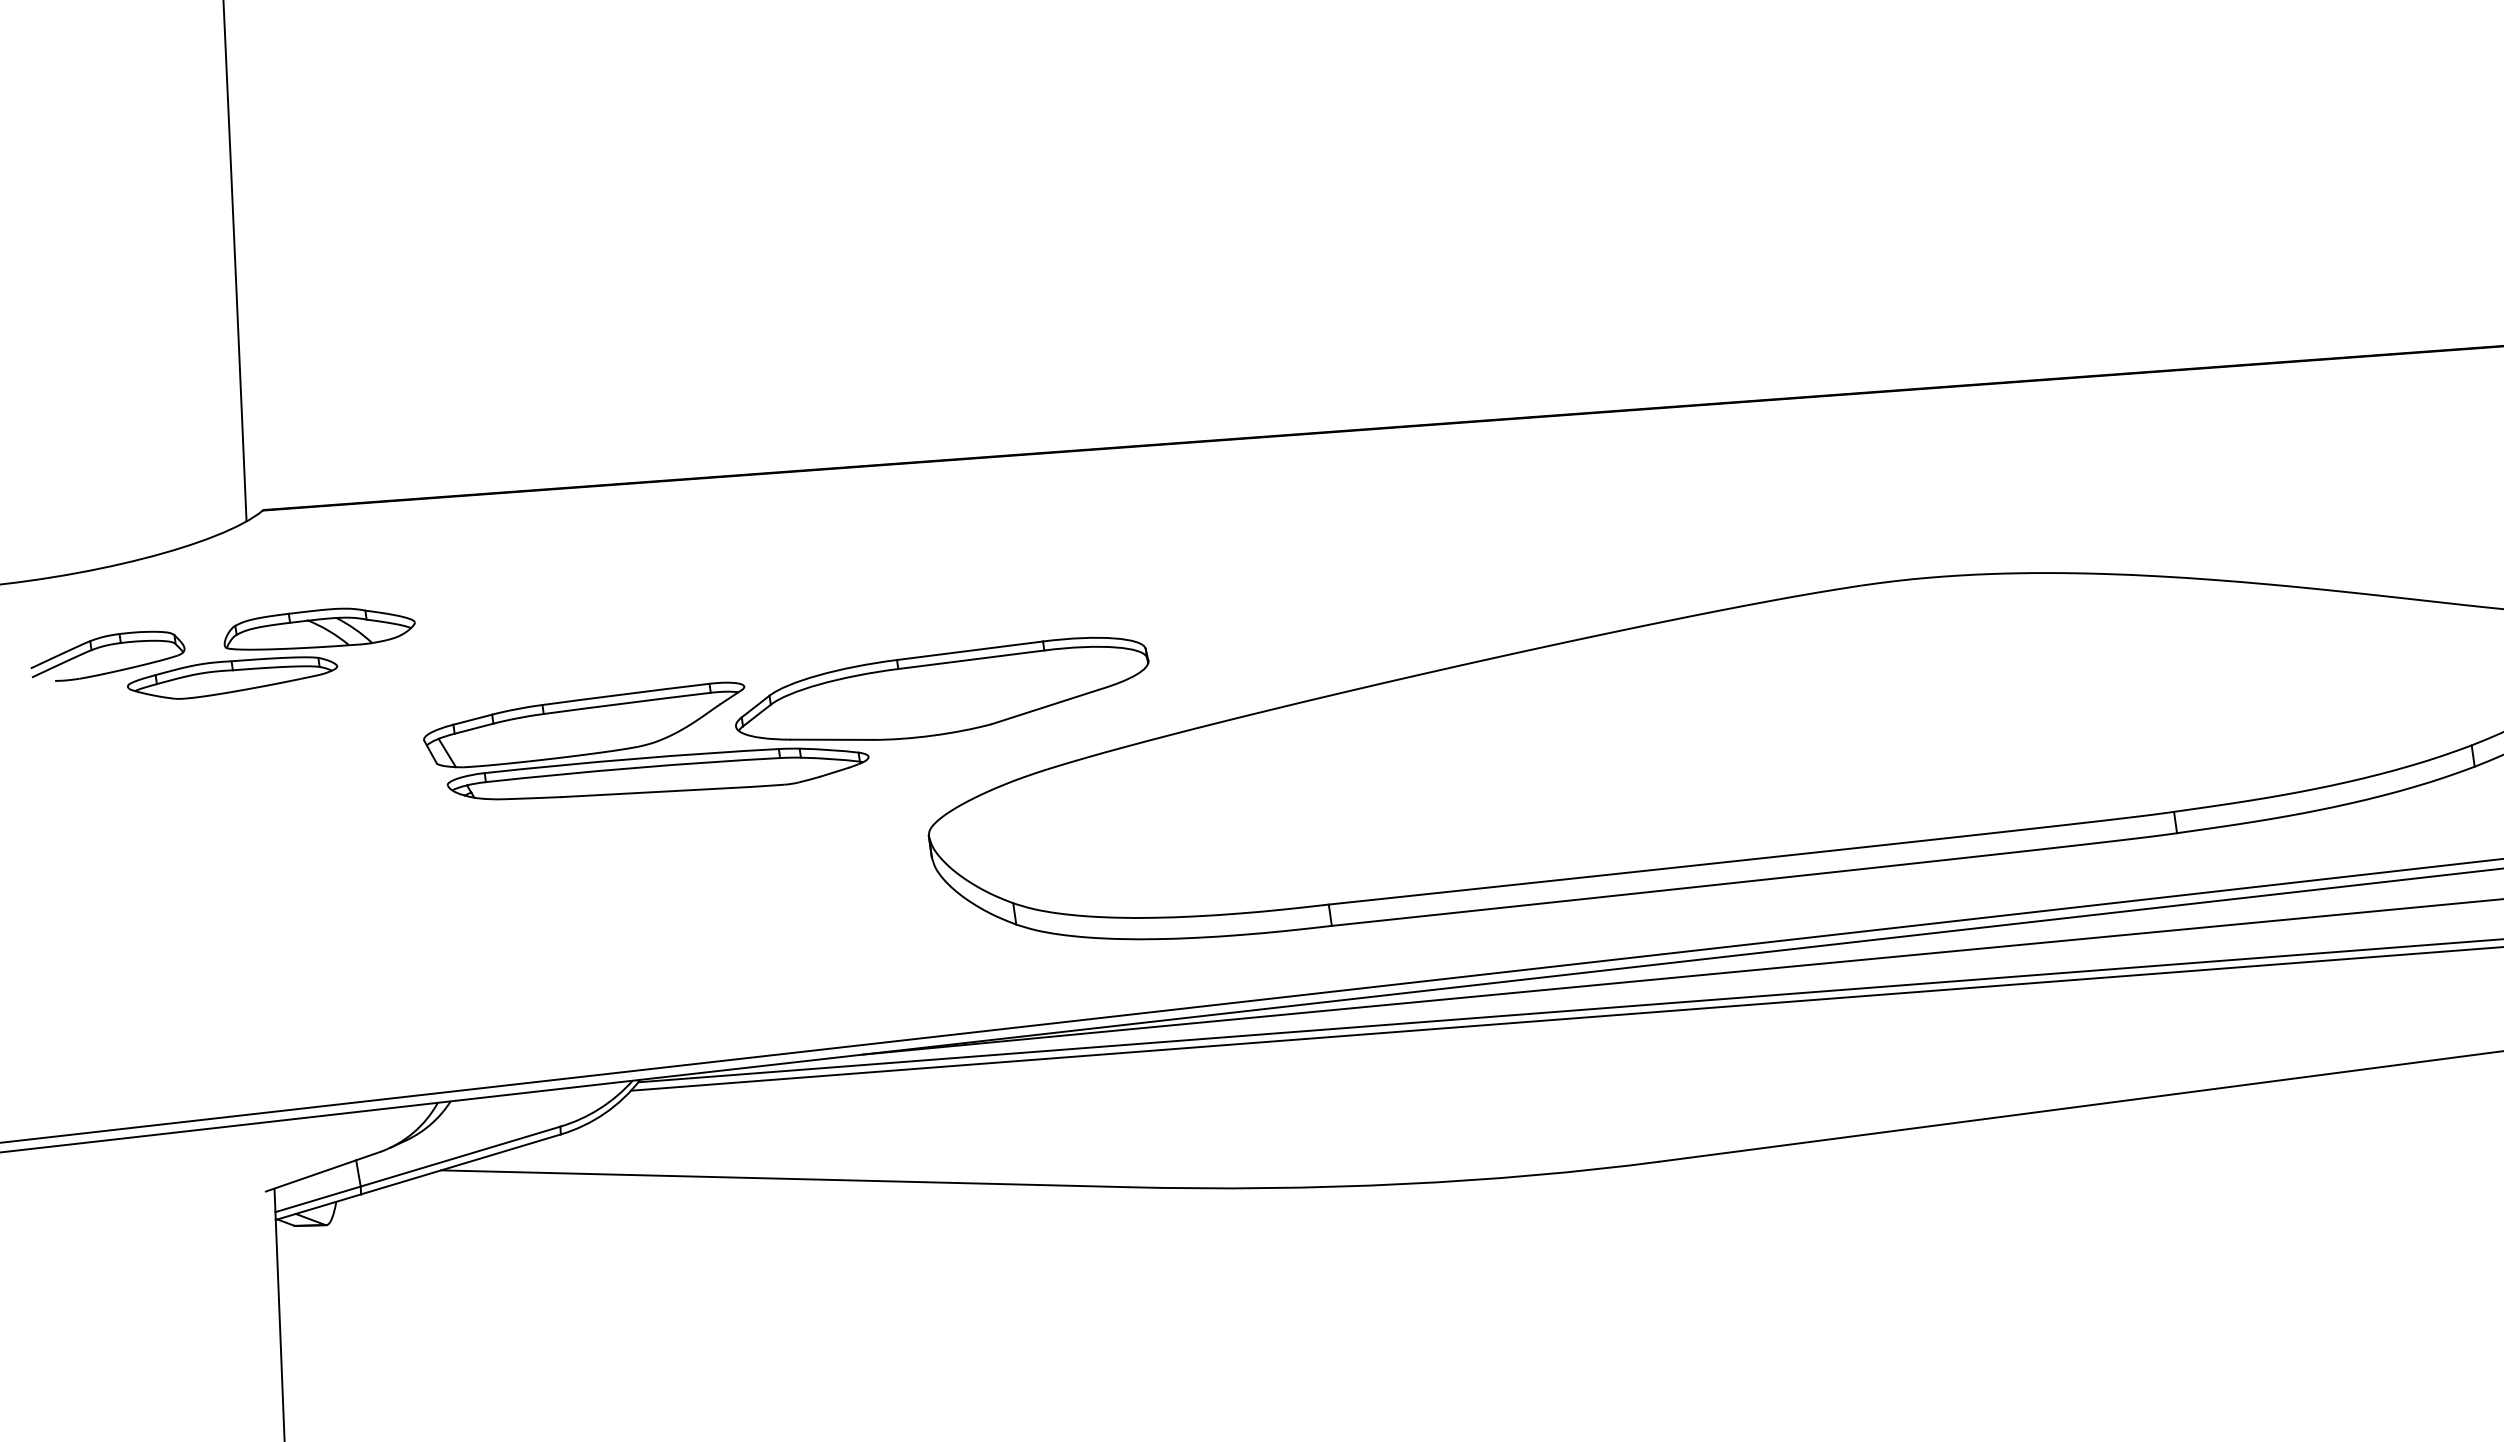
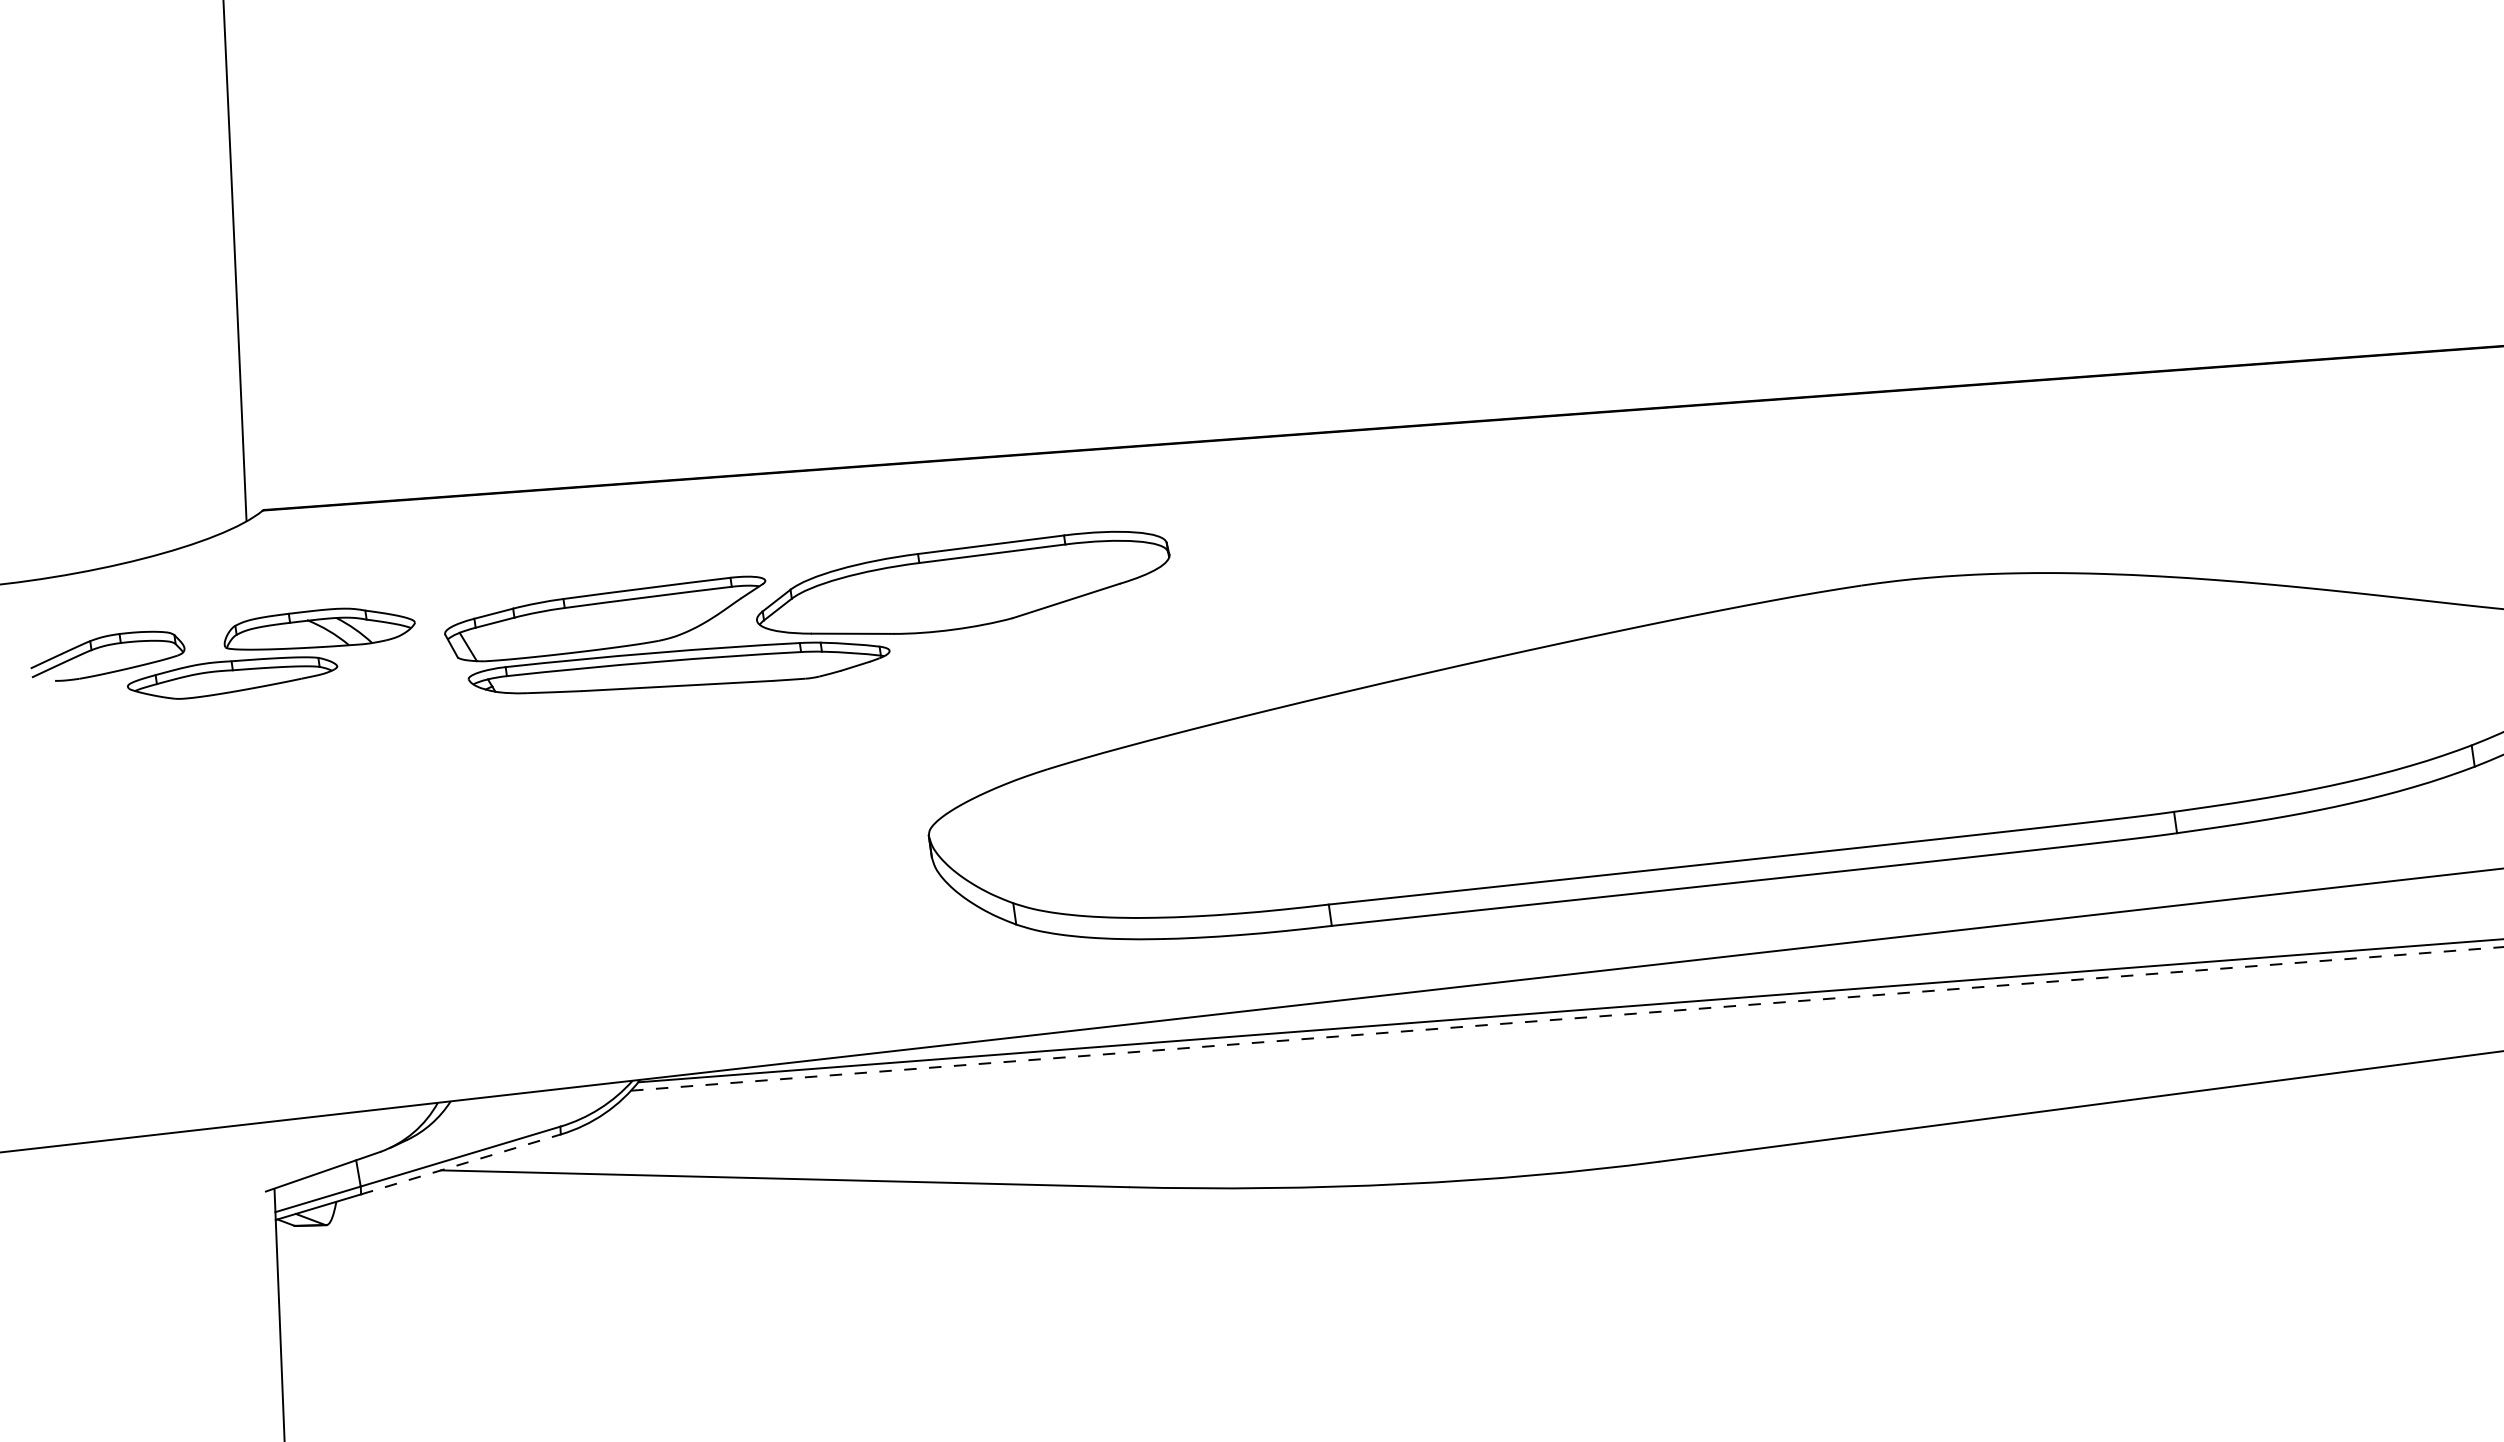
part at (786, 718) position: (786, 718) -> (807, 612)
line at (1681, 976): present -> none
line at (1251, 1000): present -> none
line at (1567, 1018): solid -> dashed
line at (461, 1164): solid -> dashed
